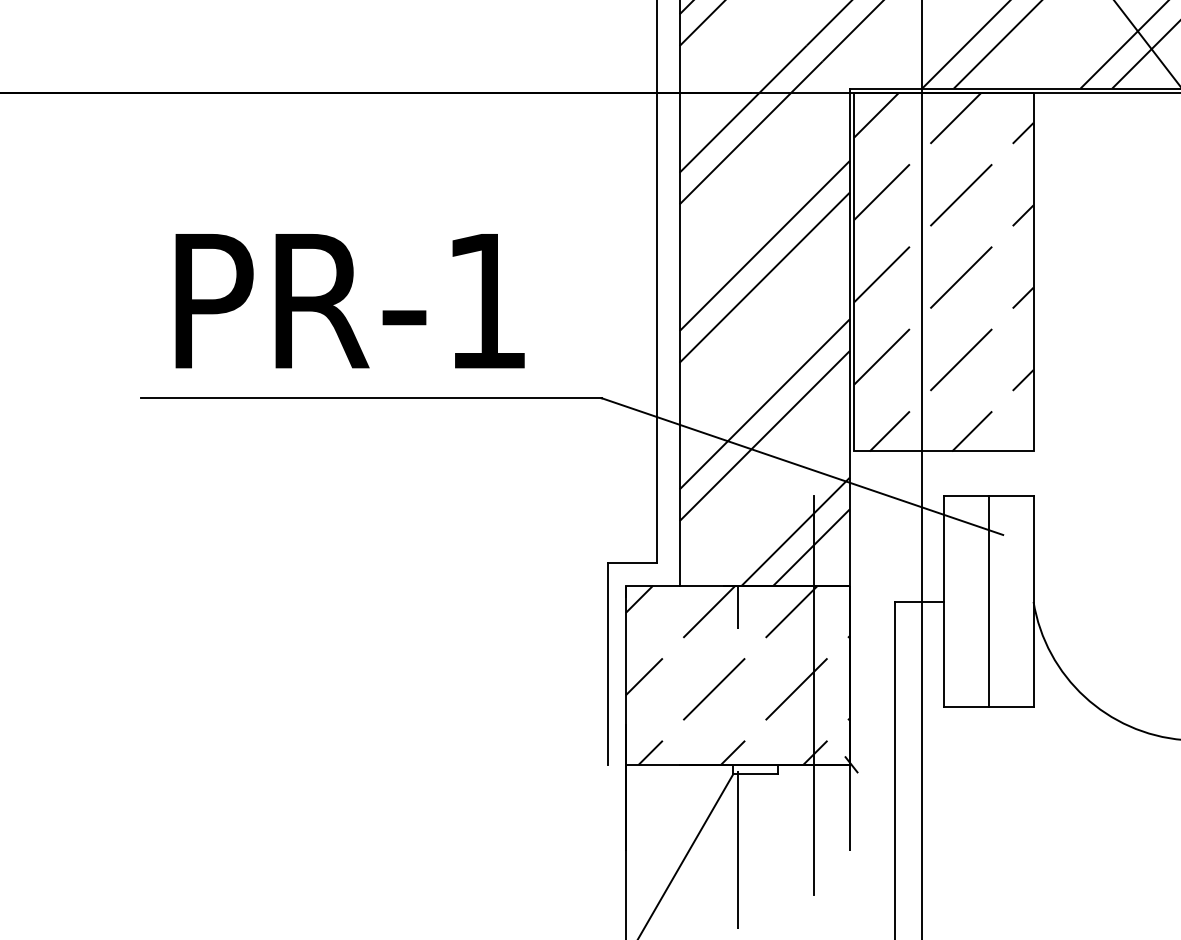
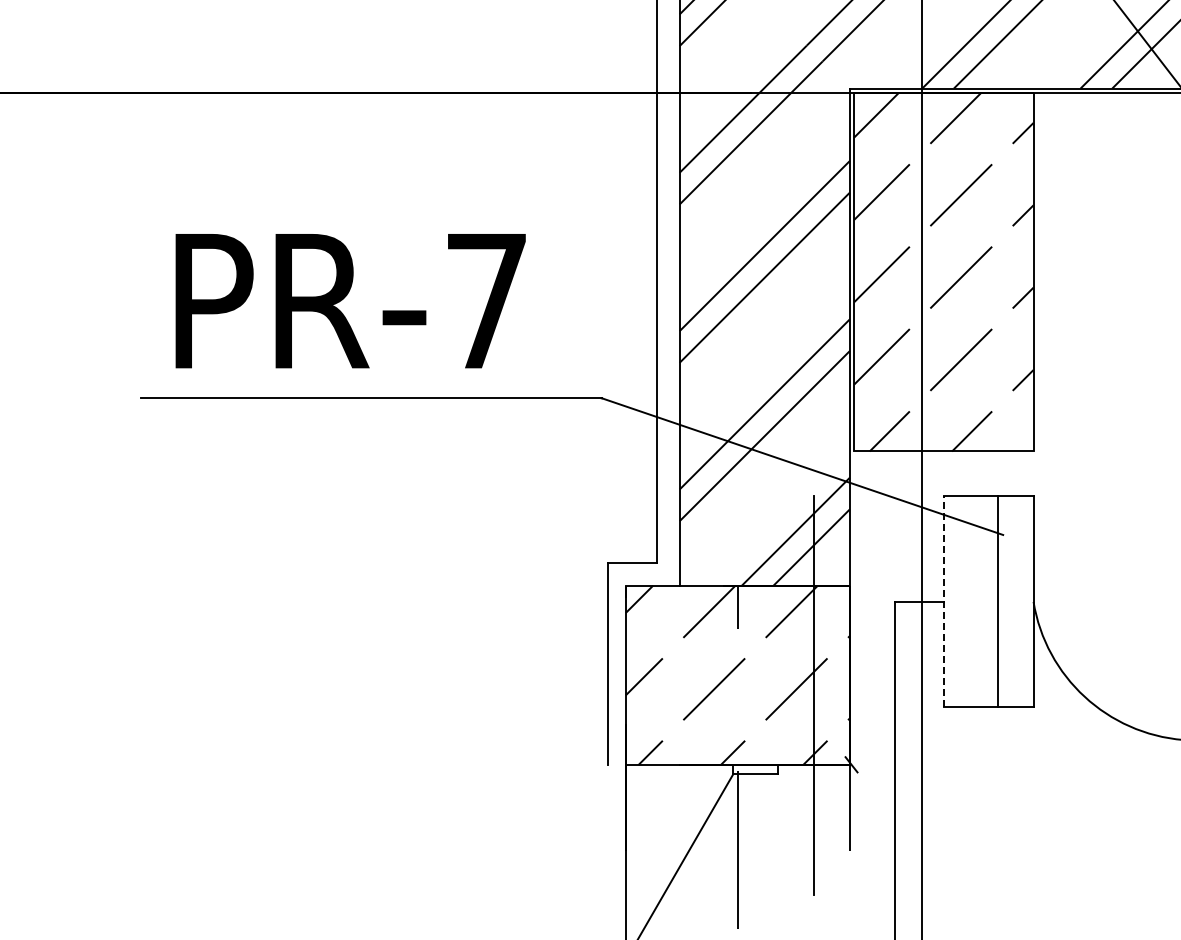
text at (486, 301): PR-1 -> PR-7
line at (943, 601): solid -> dashed
line at (988, 601) position: (988, 601) -> (997, 601)
